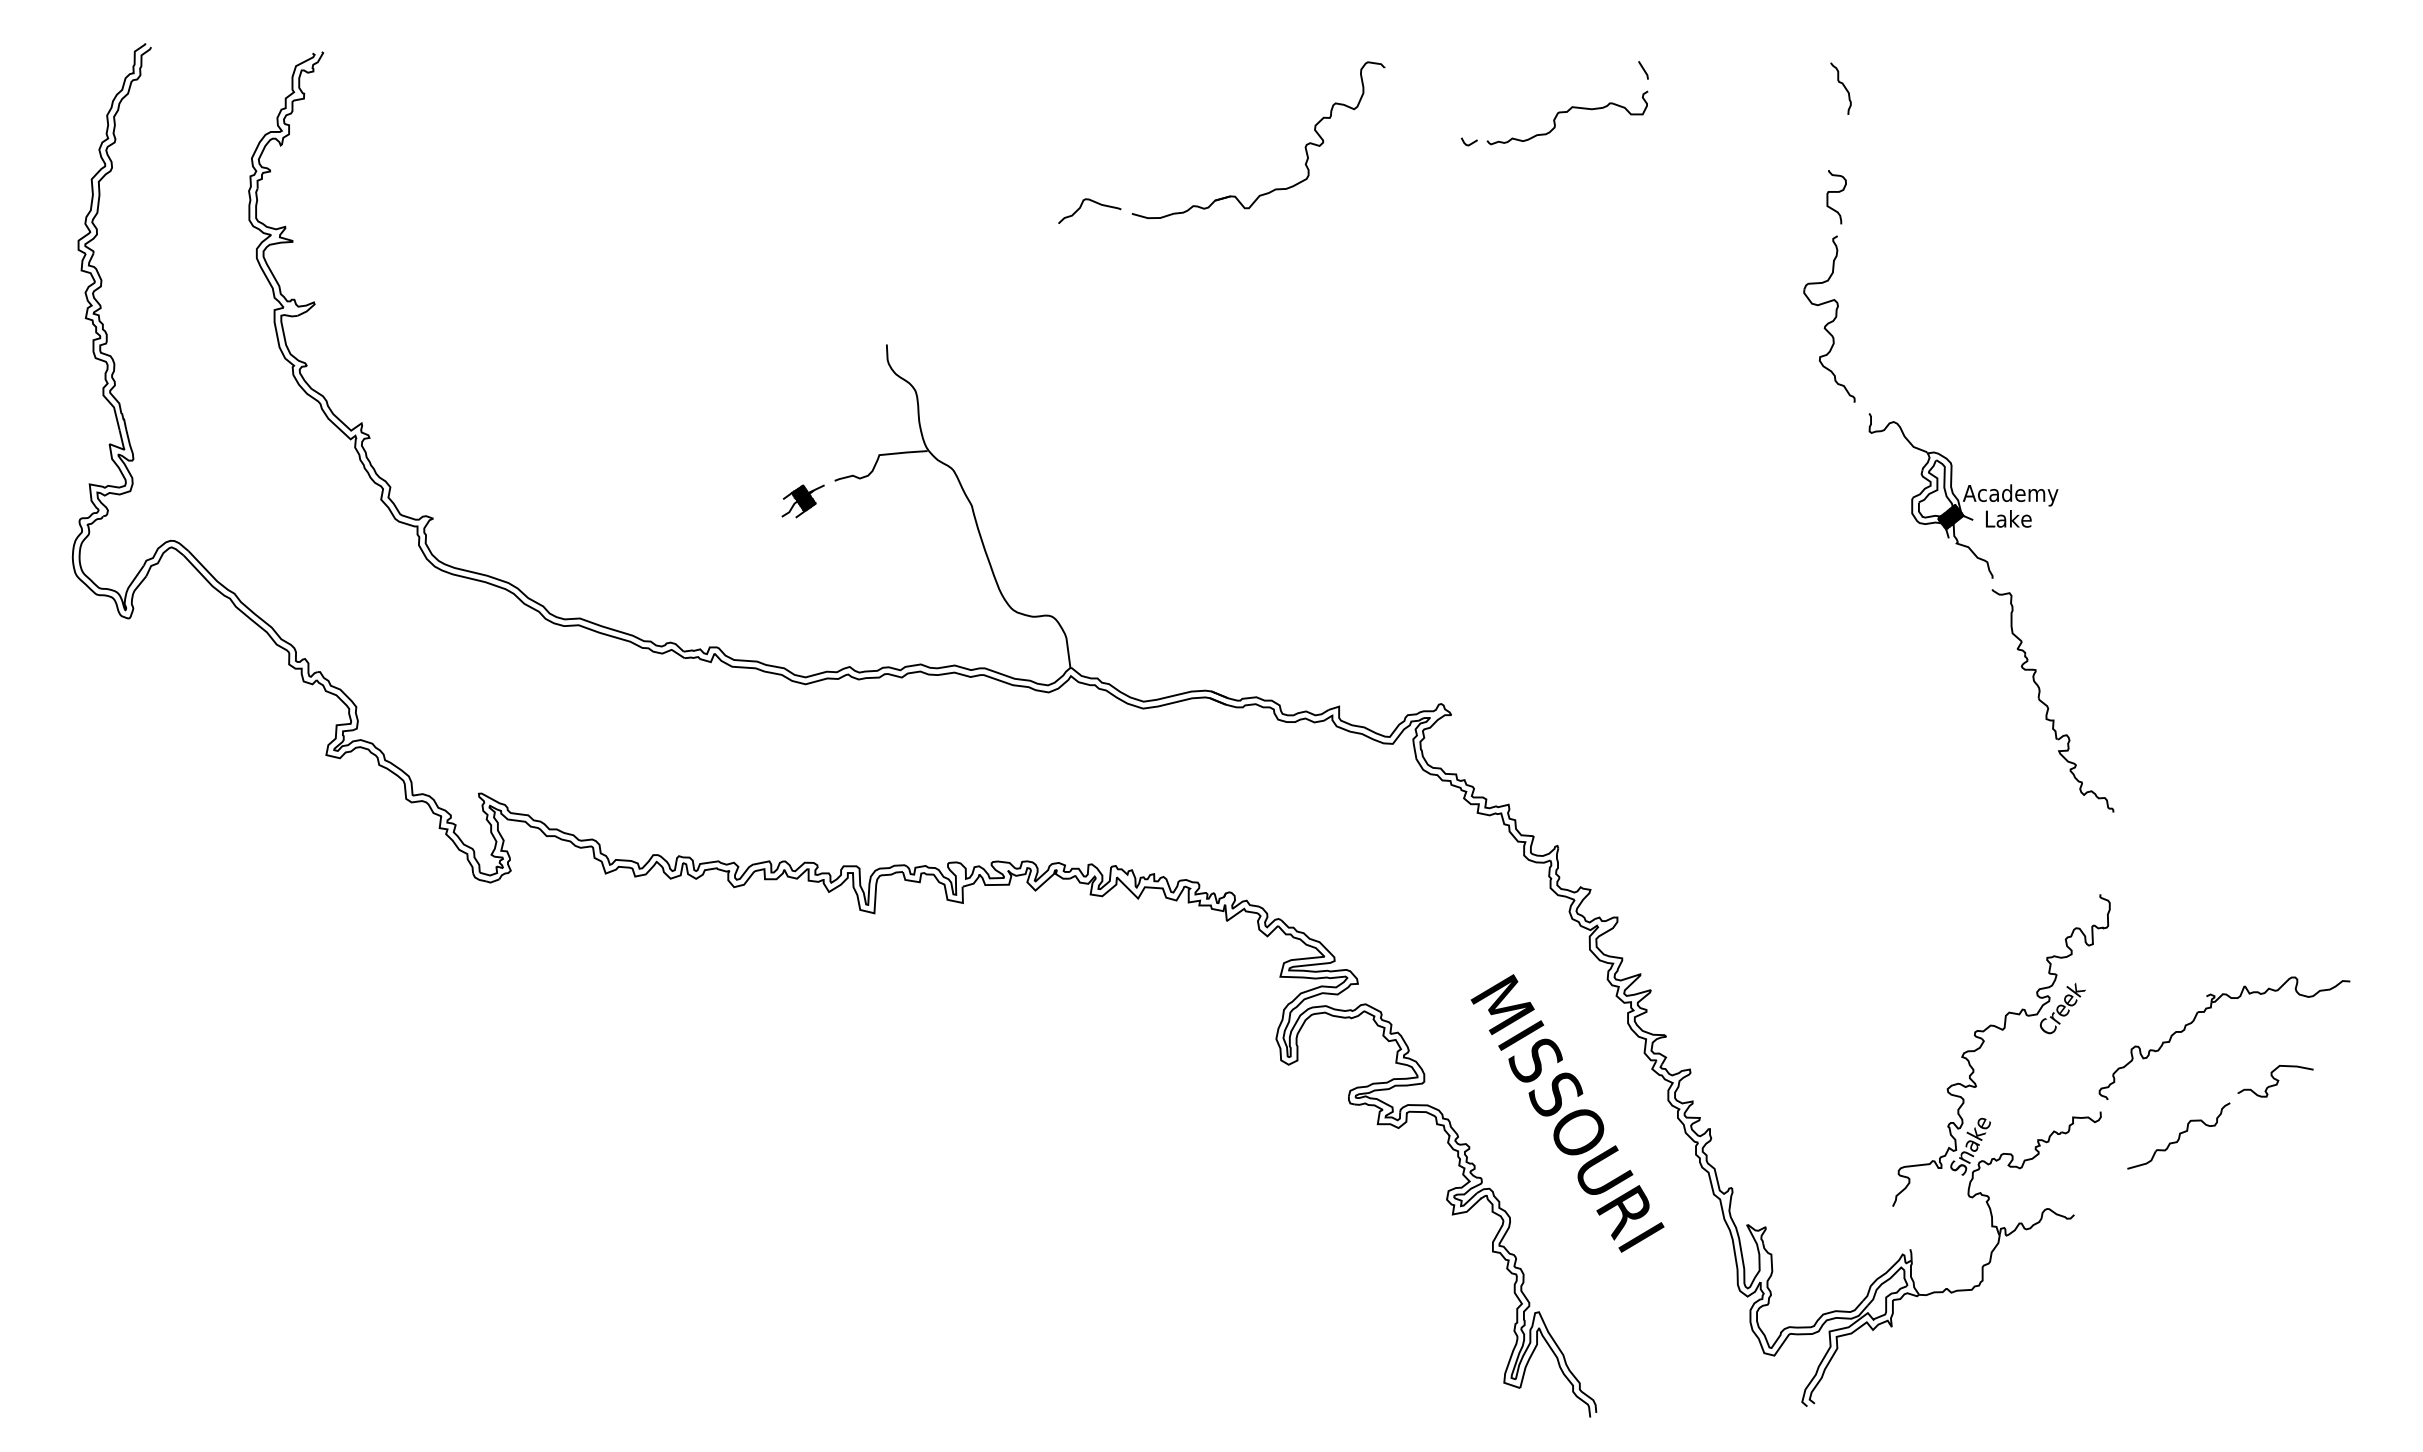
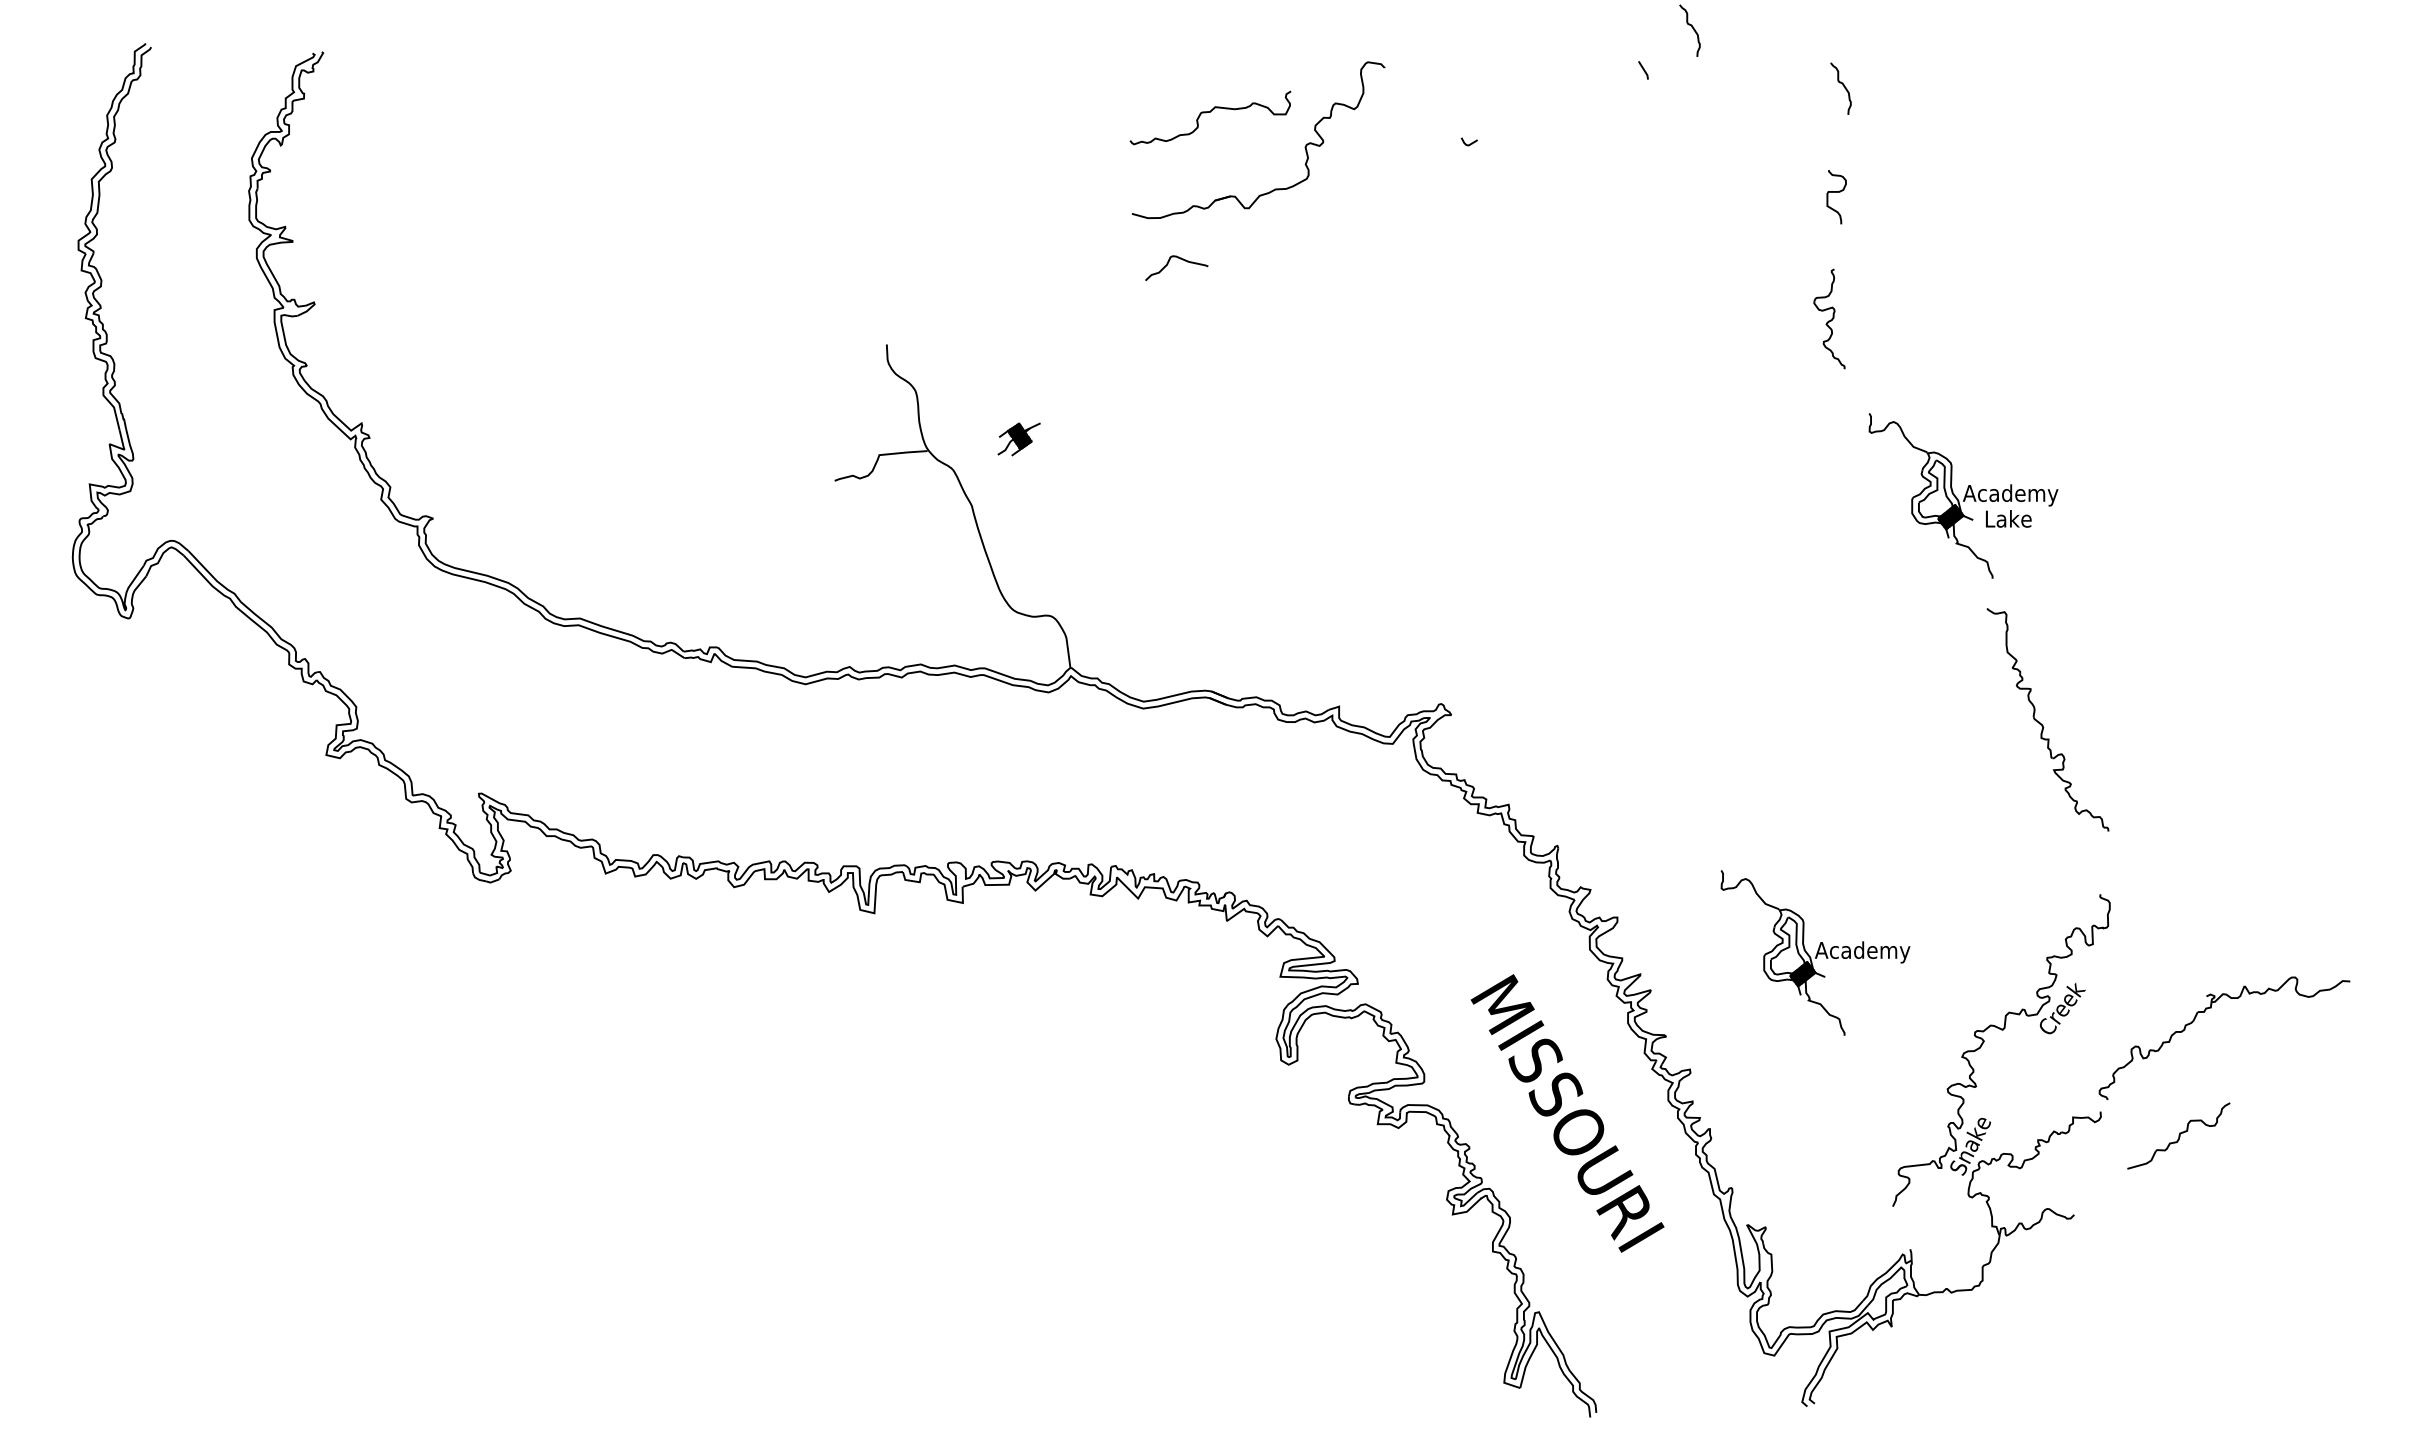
curve at (1691, 27): none -> present
curve at (1567, 112) position: (1567, 112) -> (1210, 112)
curve at (1081, 207) position: (1081, 207) -> (1168, 264)
part at (1829, 318) size: 53x168 px -> 33x102 px
part at (802, 501) position: (802, 501) -> (1018, 439)
part at (2047, 705) position: (2047, 705) -> (2042, 724)
part at (1815, 952): none -> present
curve at (2275, 1080): present -> none
